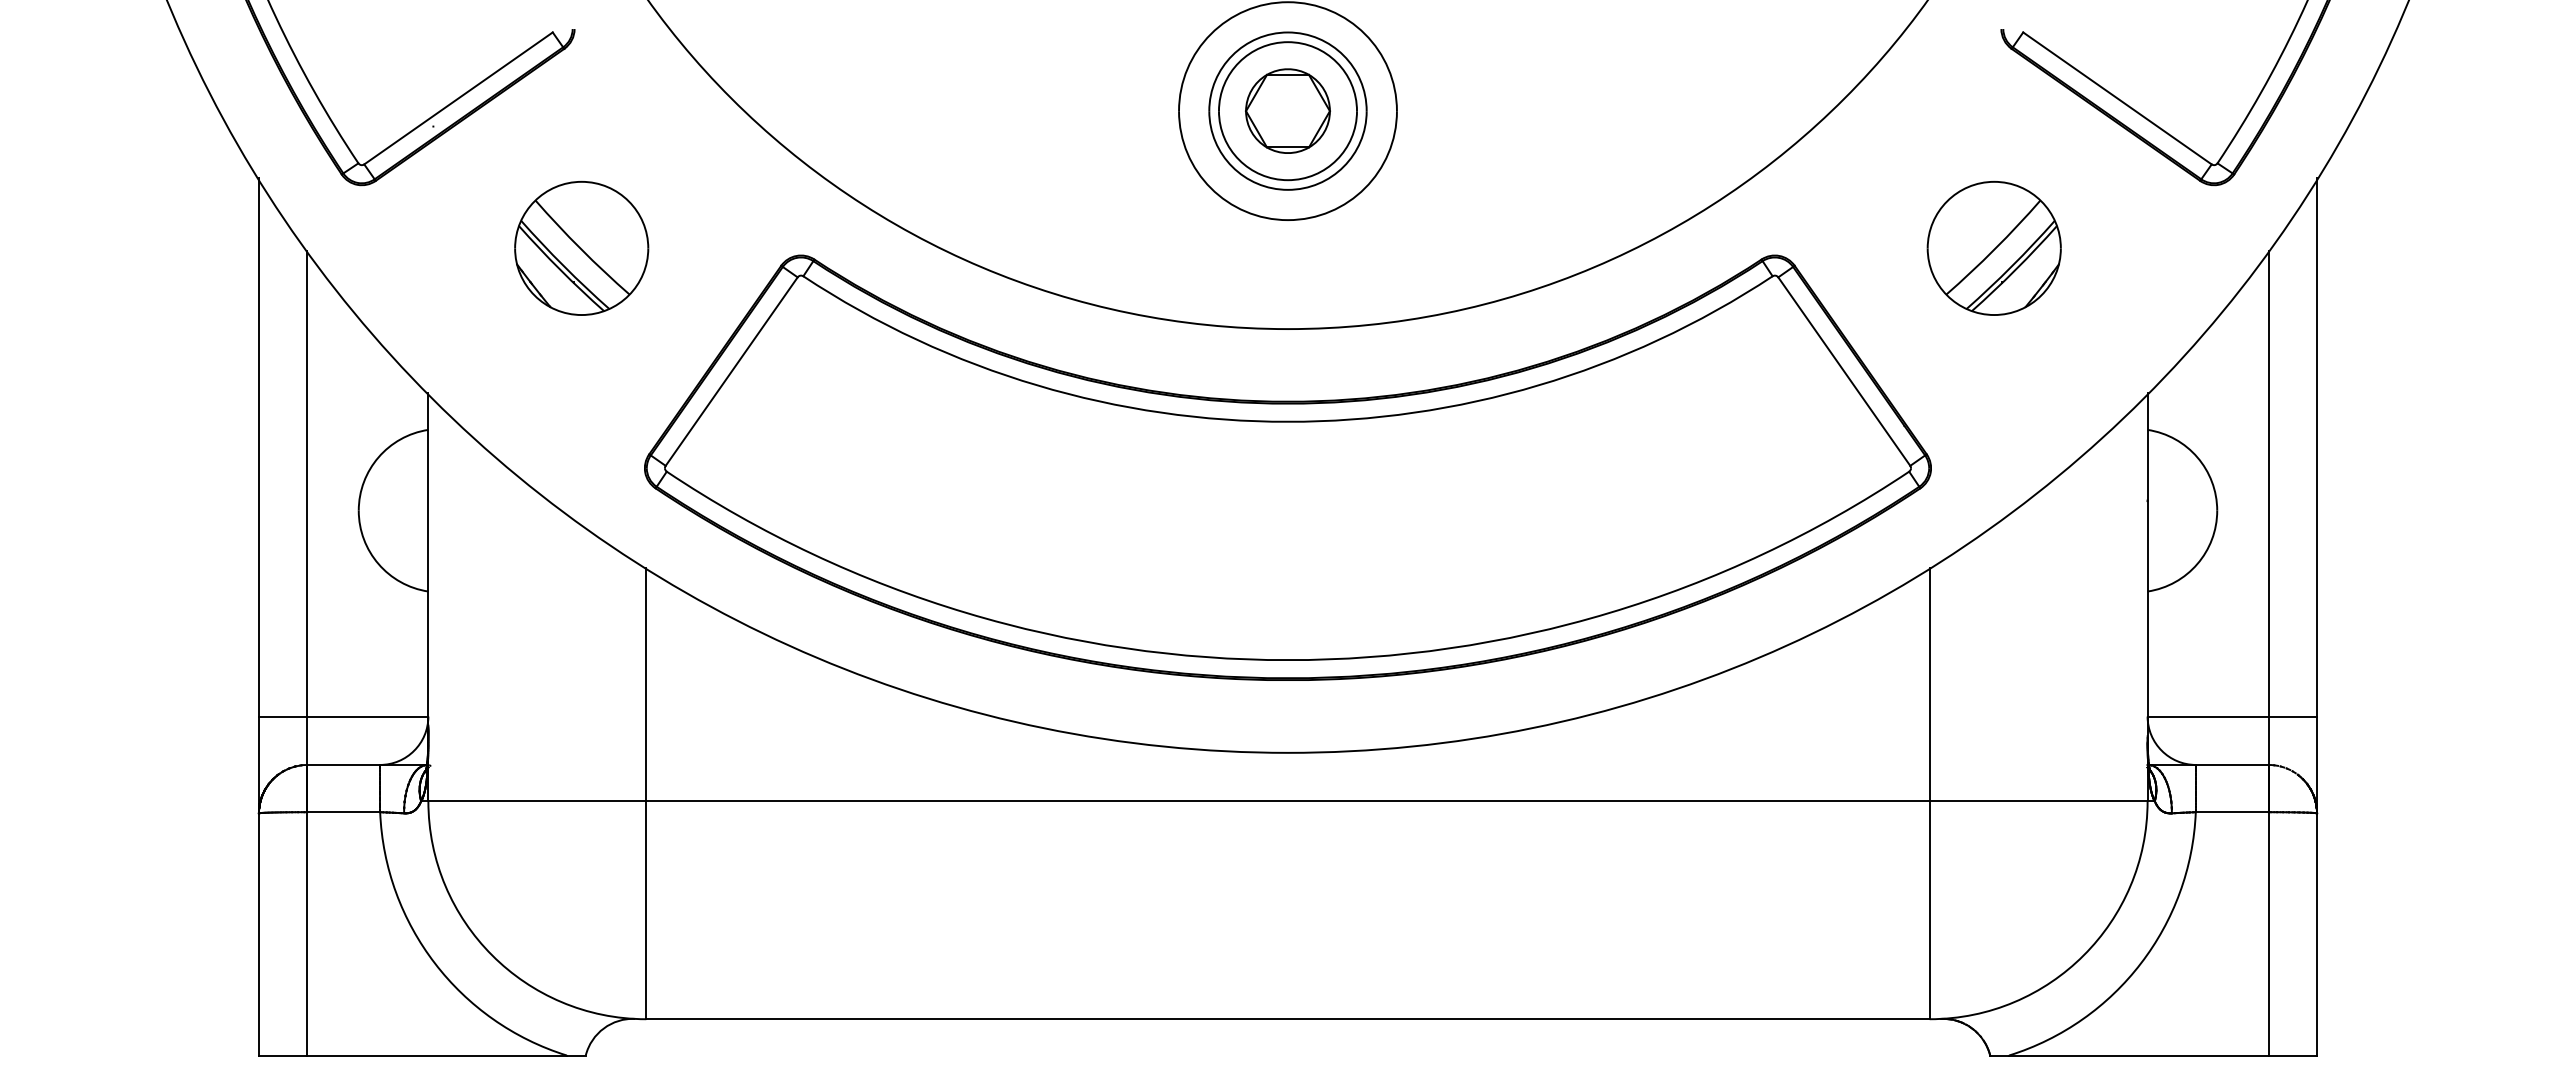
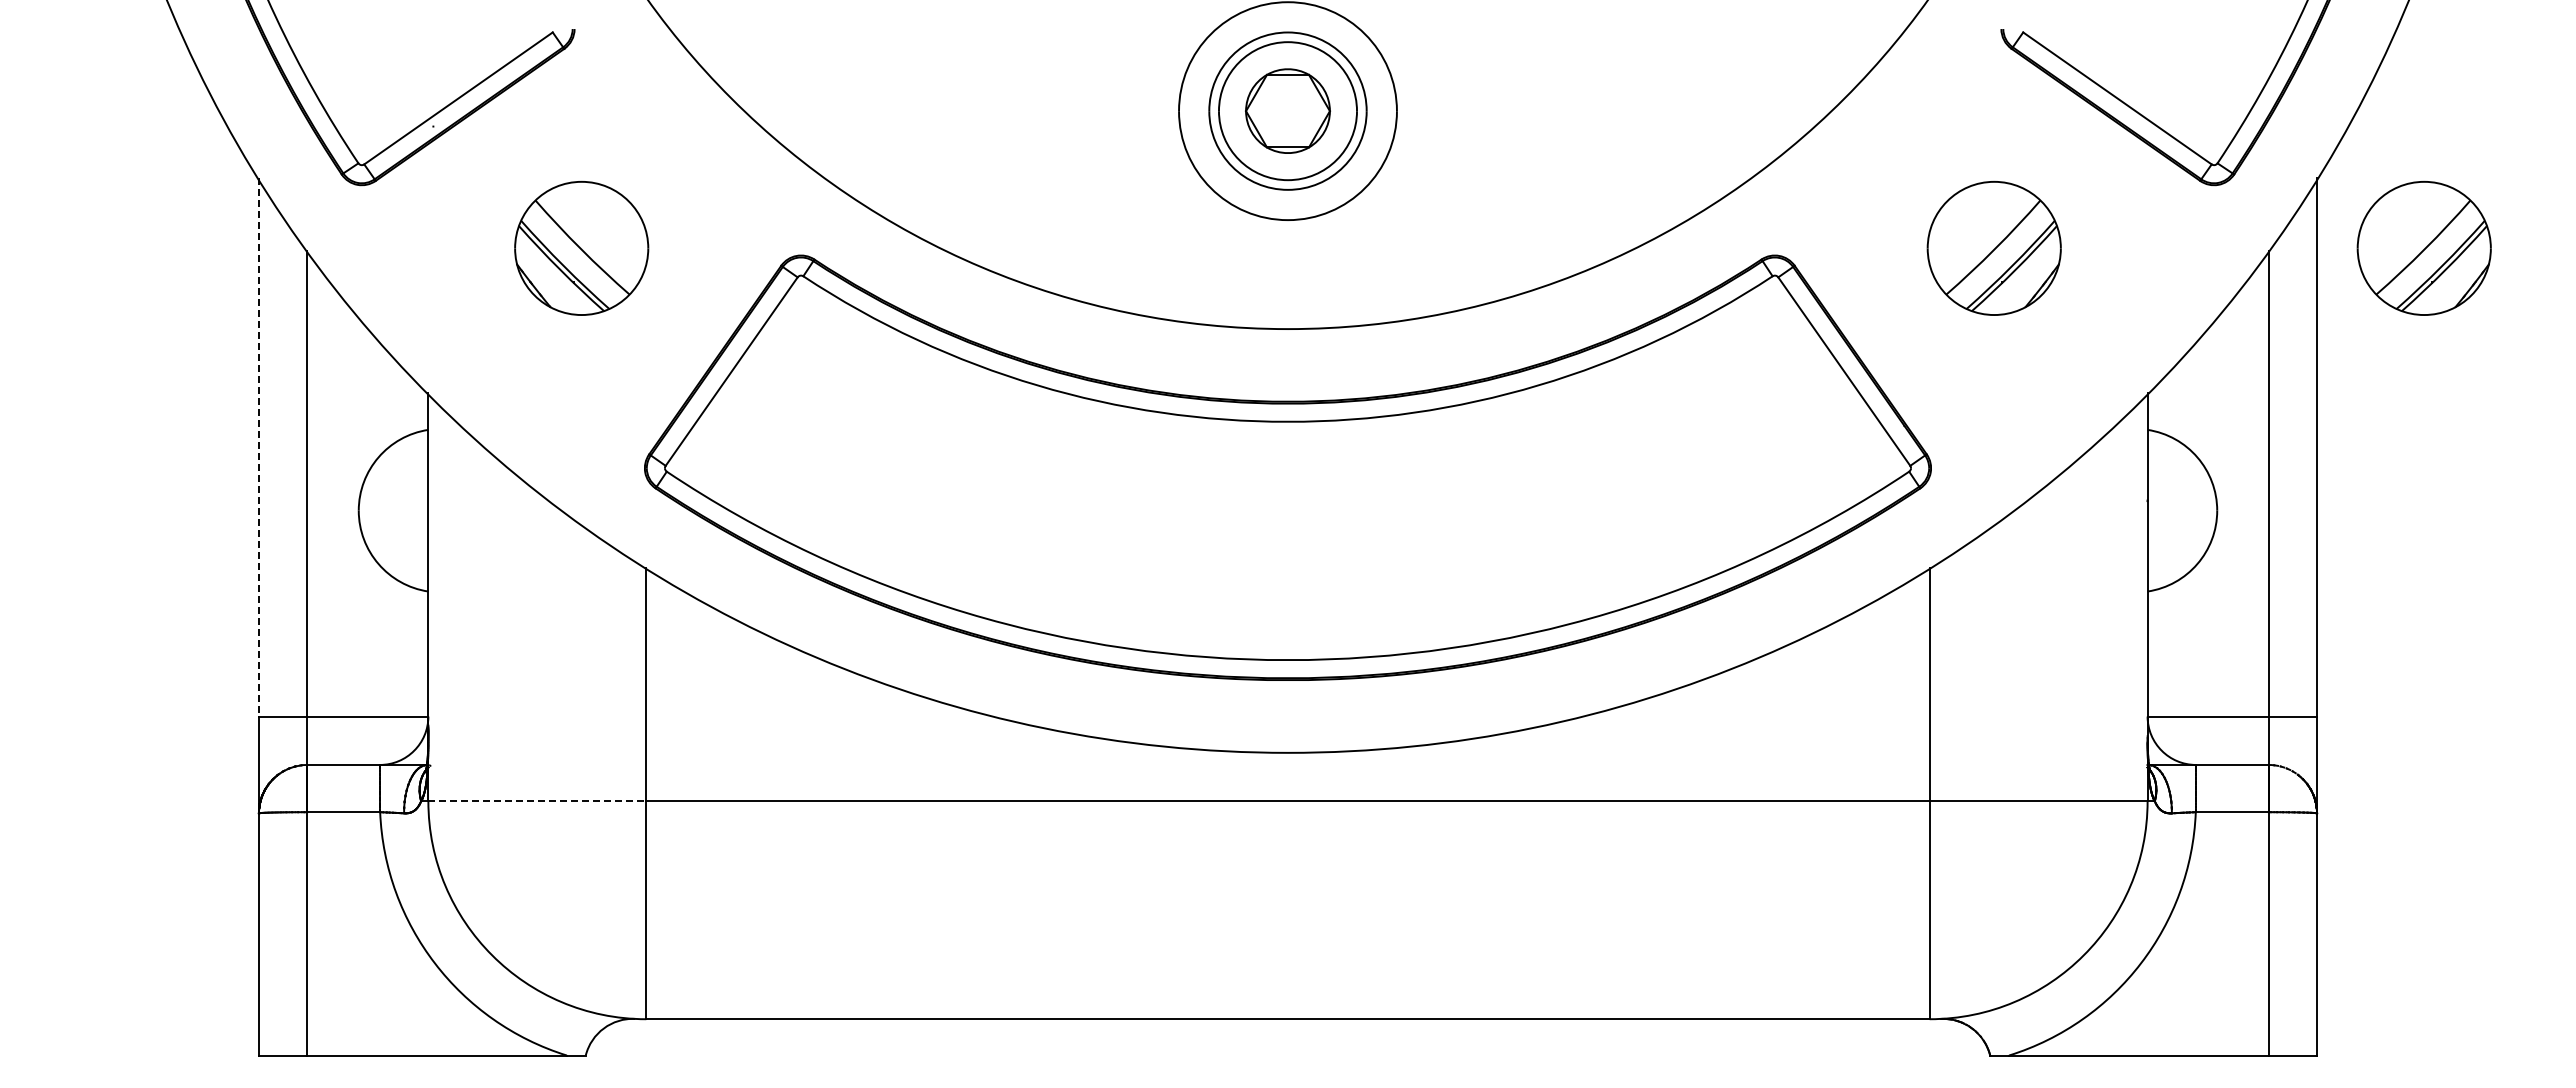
part at (2423, 248): none -> present
line at (258, 447): solid -> dashed
line at (537, 801): solid -> dashed
